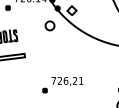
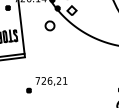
line at (21, 27): none -> present
part at (62, 85) position: (62, 85) -> (46, 85)
